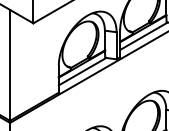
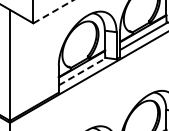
line at (53, 11): solid -> dashed
line at (83, 71): solid -> dashed
